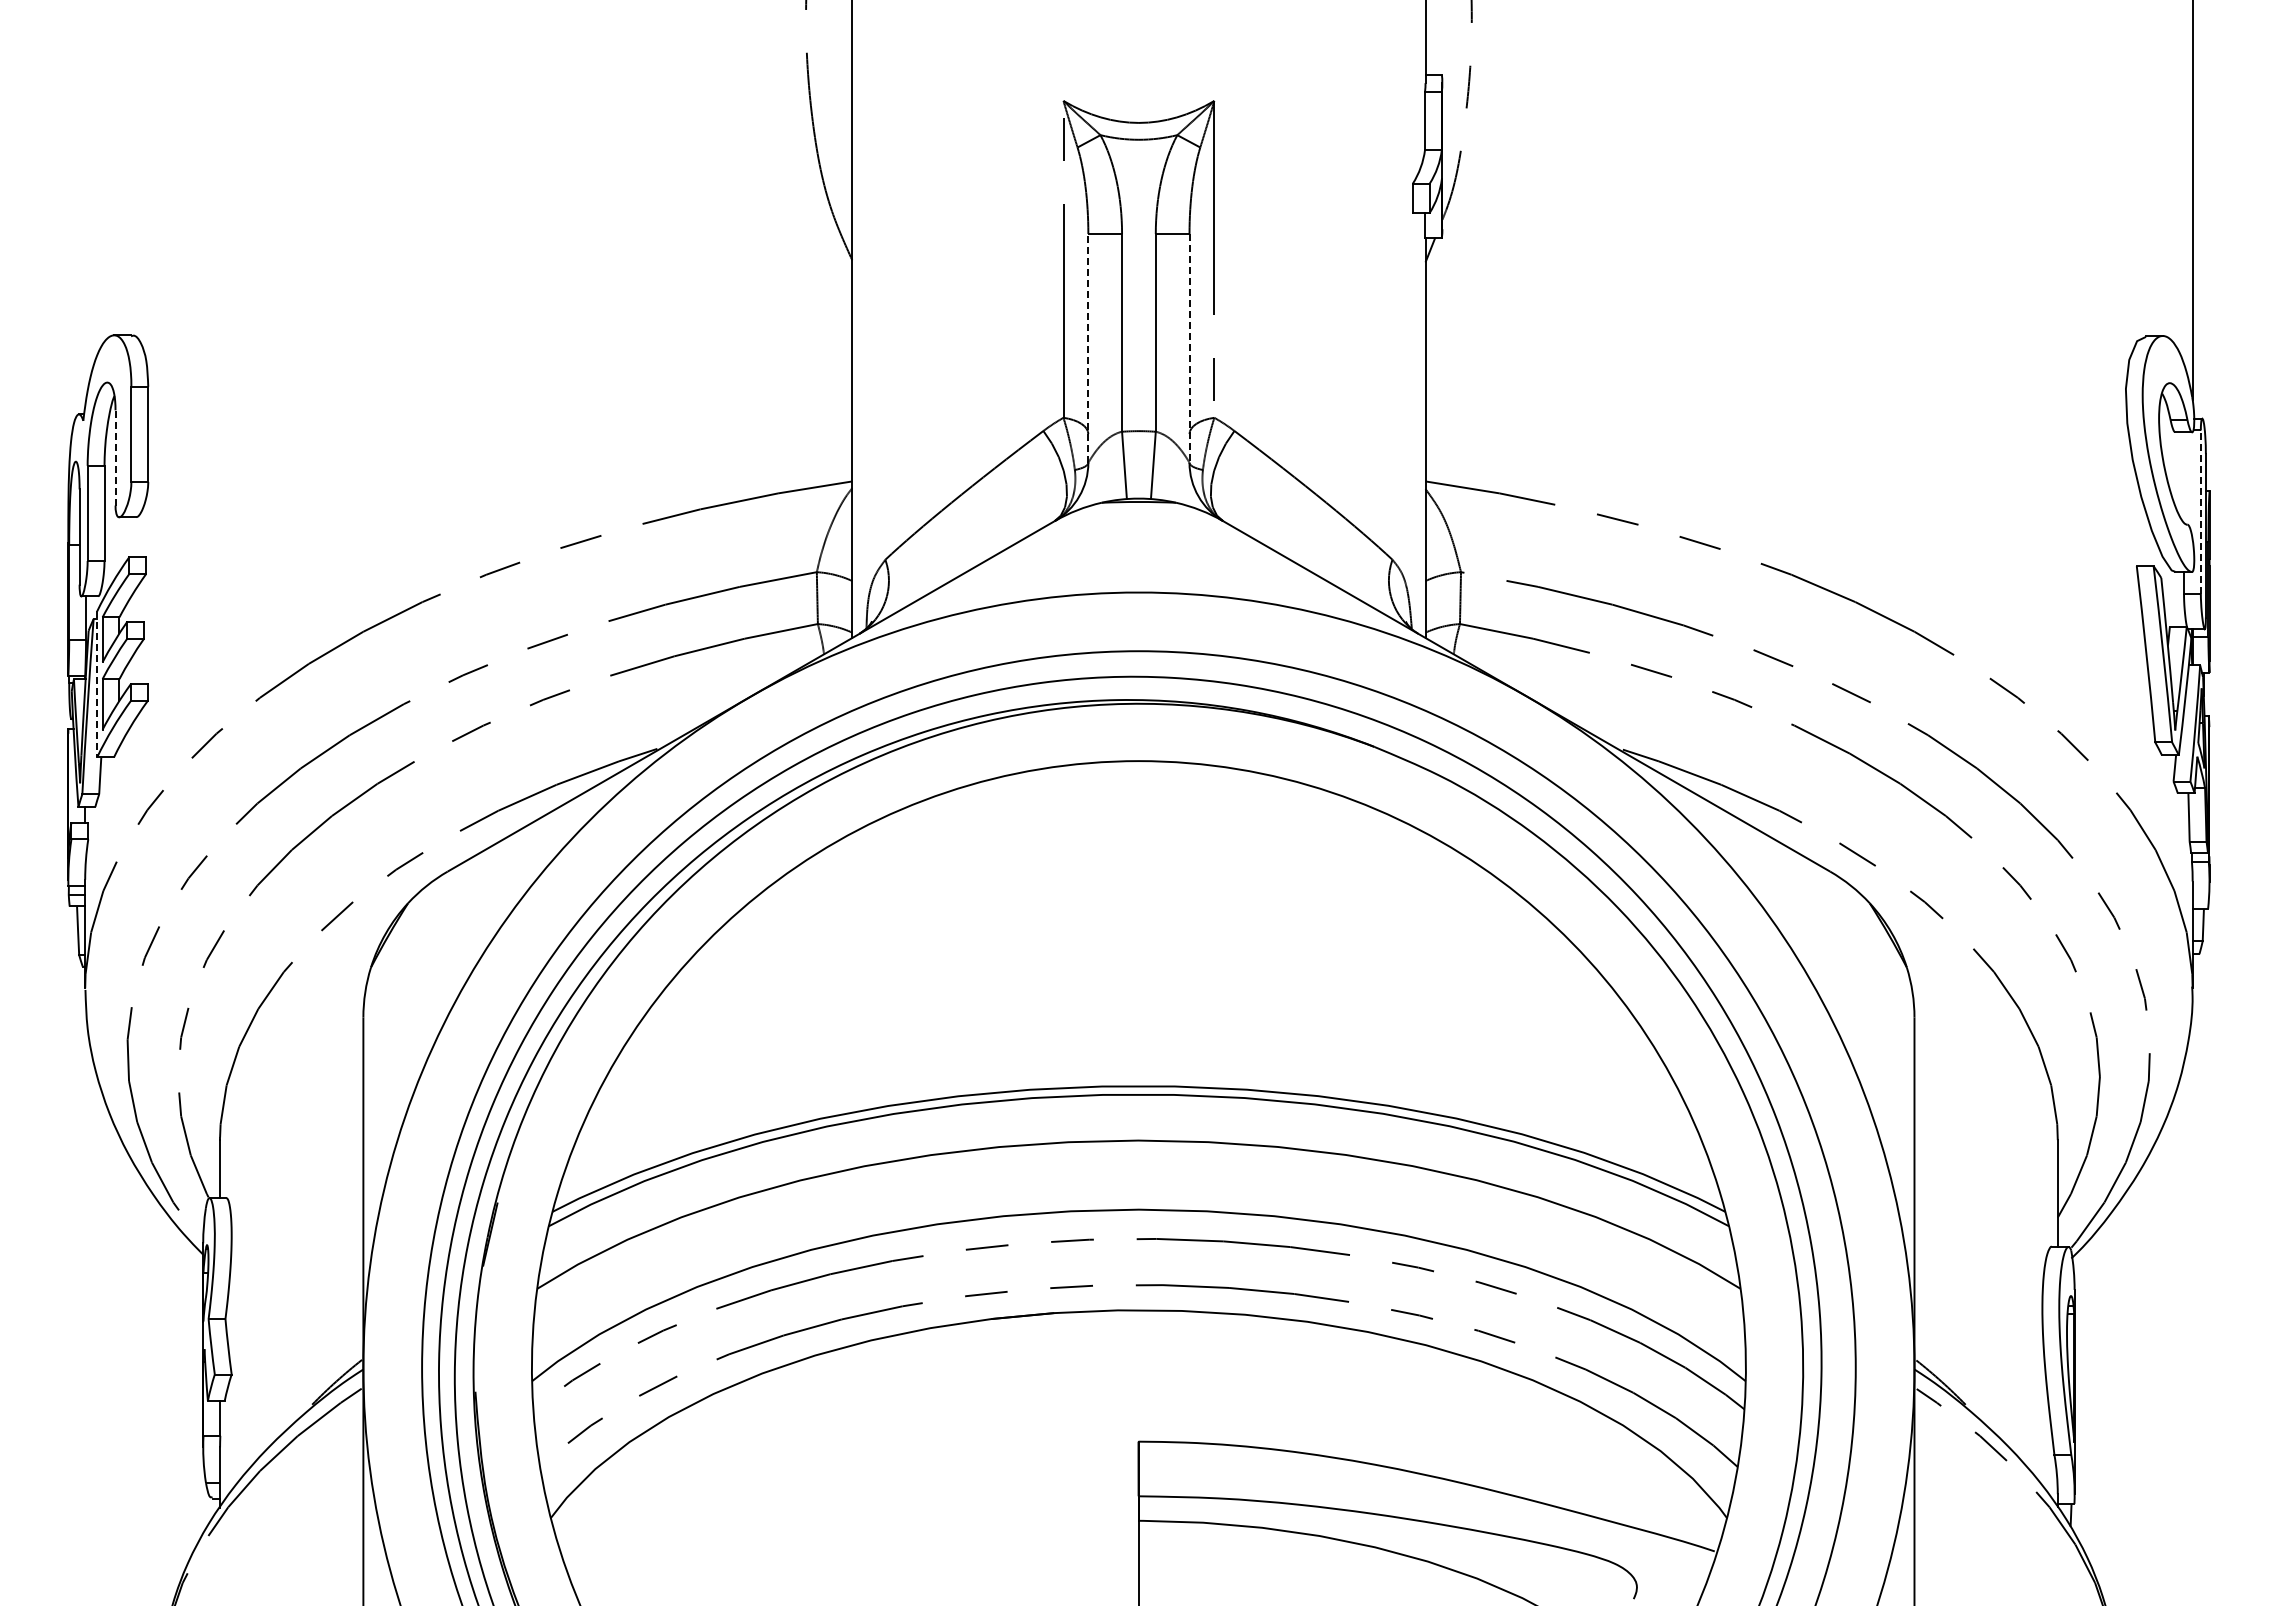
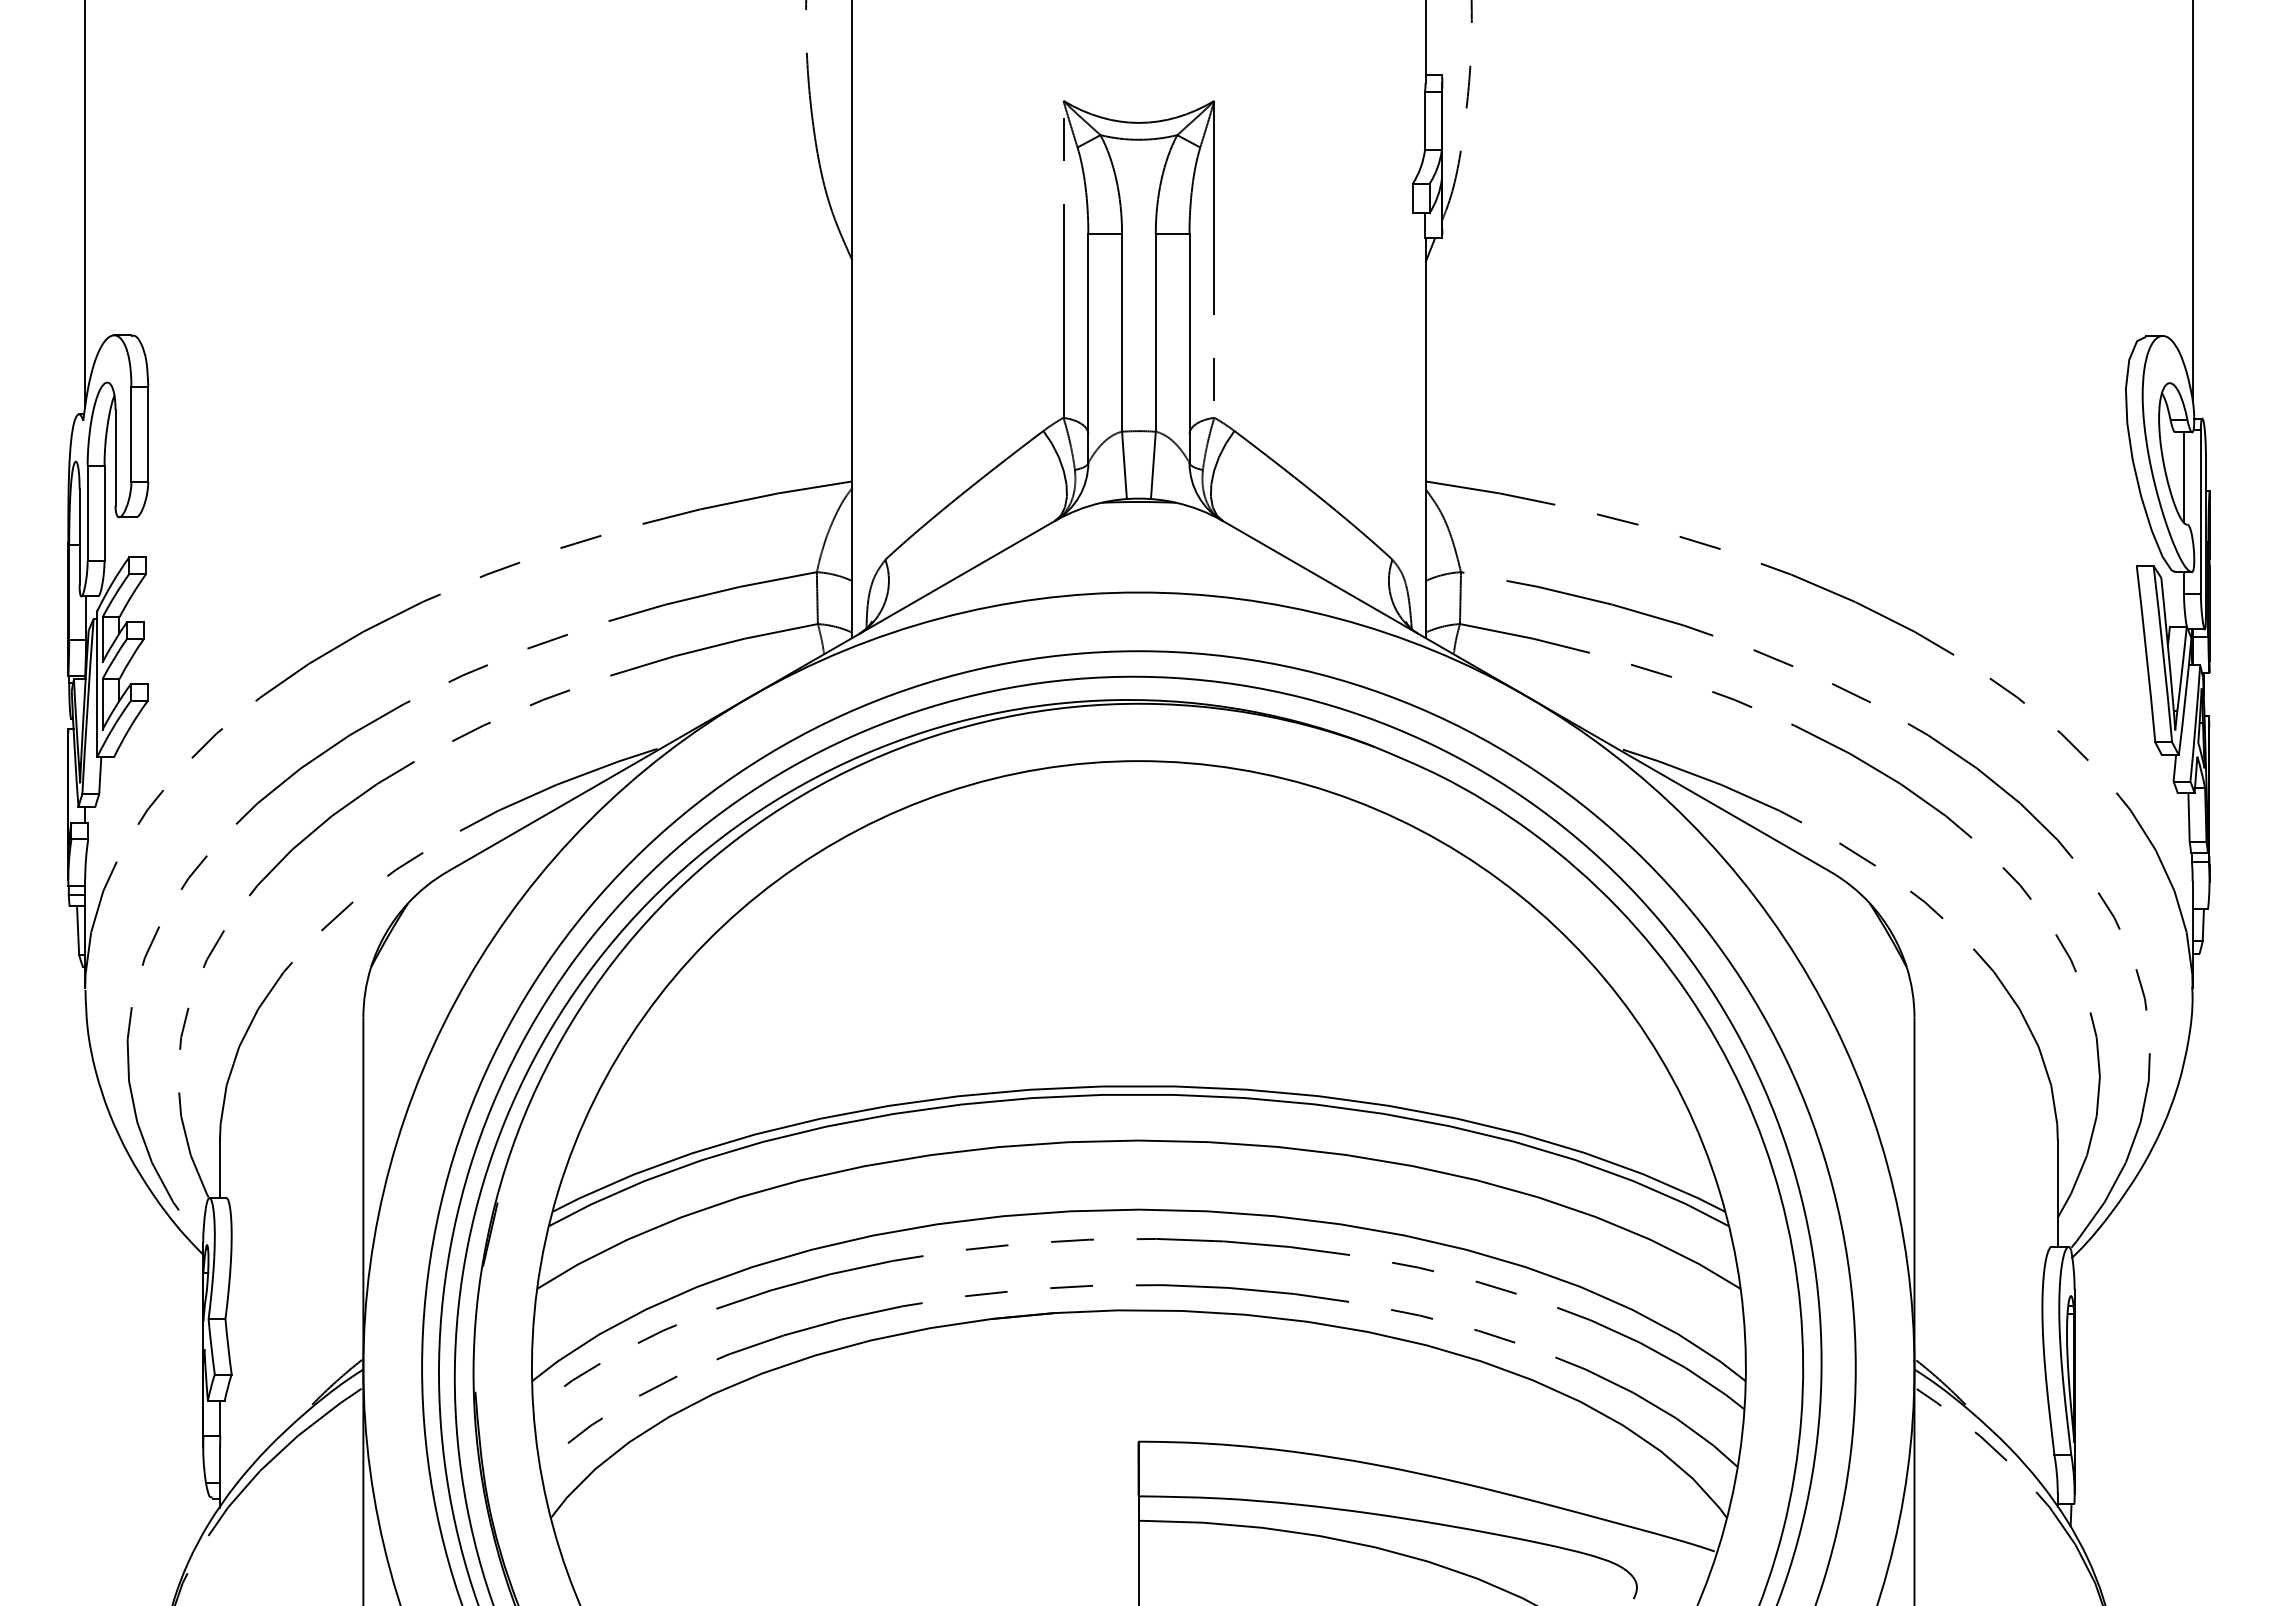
line at (85, 205): none -> present
line at (1088, 347): dashed -> solid
line at (1189, 348): dashed -> solid
line at (115, 457): dashed -> solid
line at (2184, 477): none -> present
line at (2200, 512): dashed -> solid
line at (97, 684): dashed -> solid
